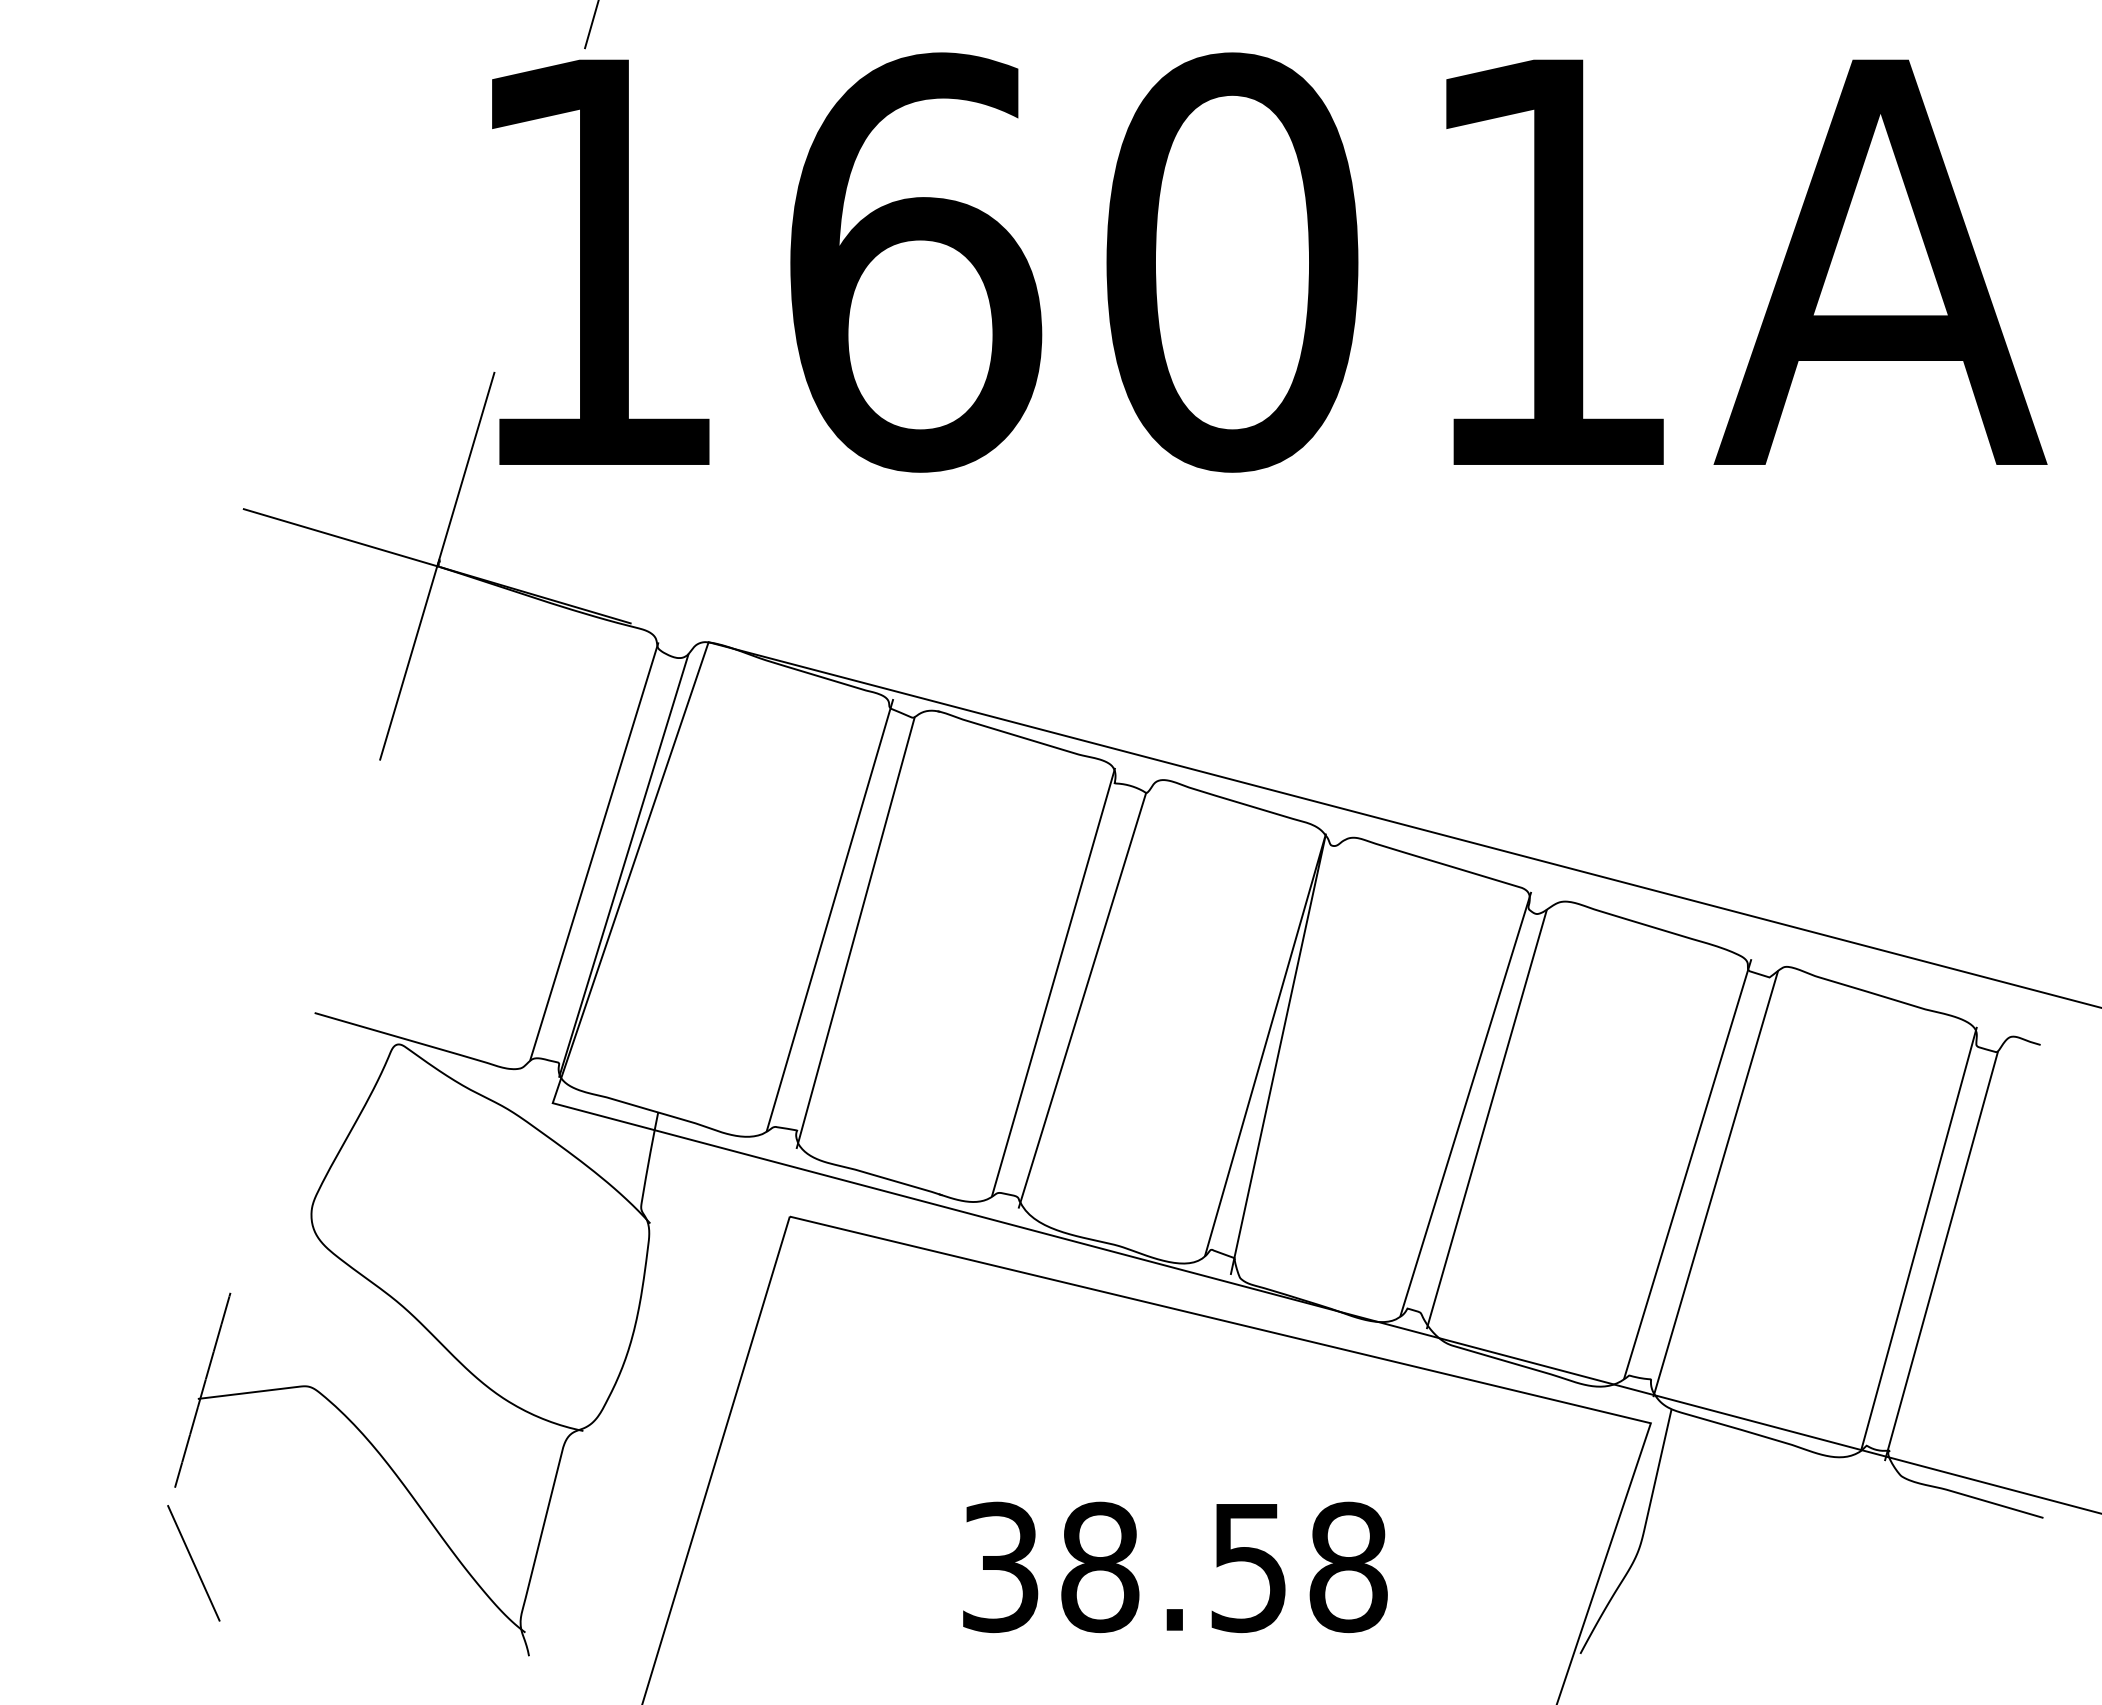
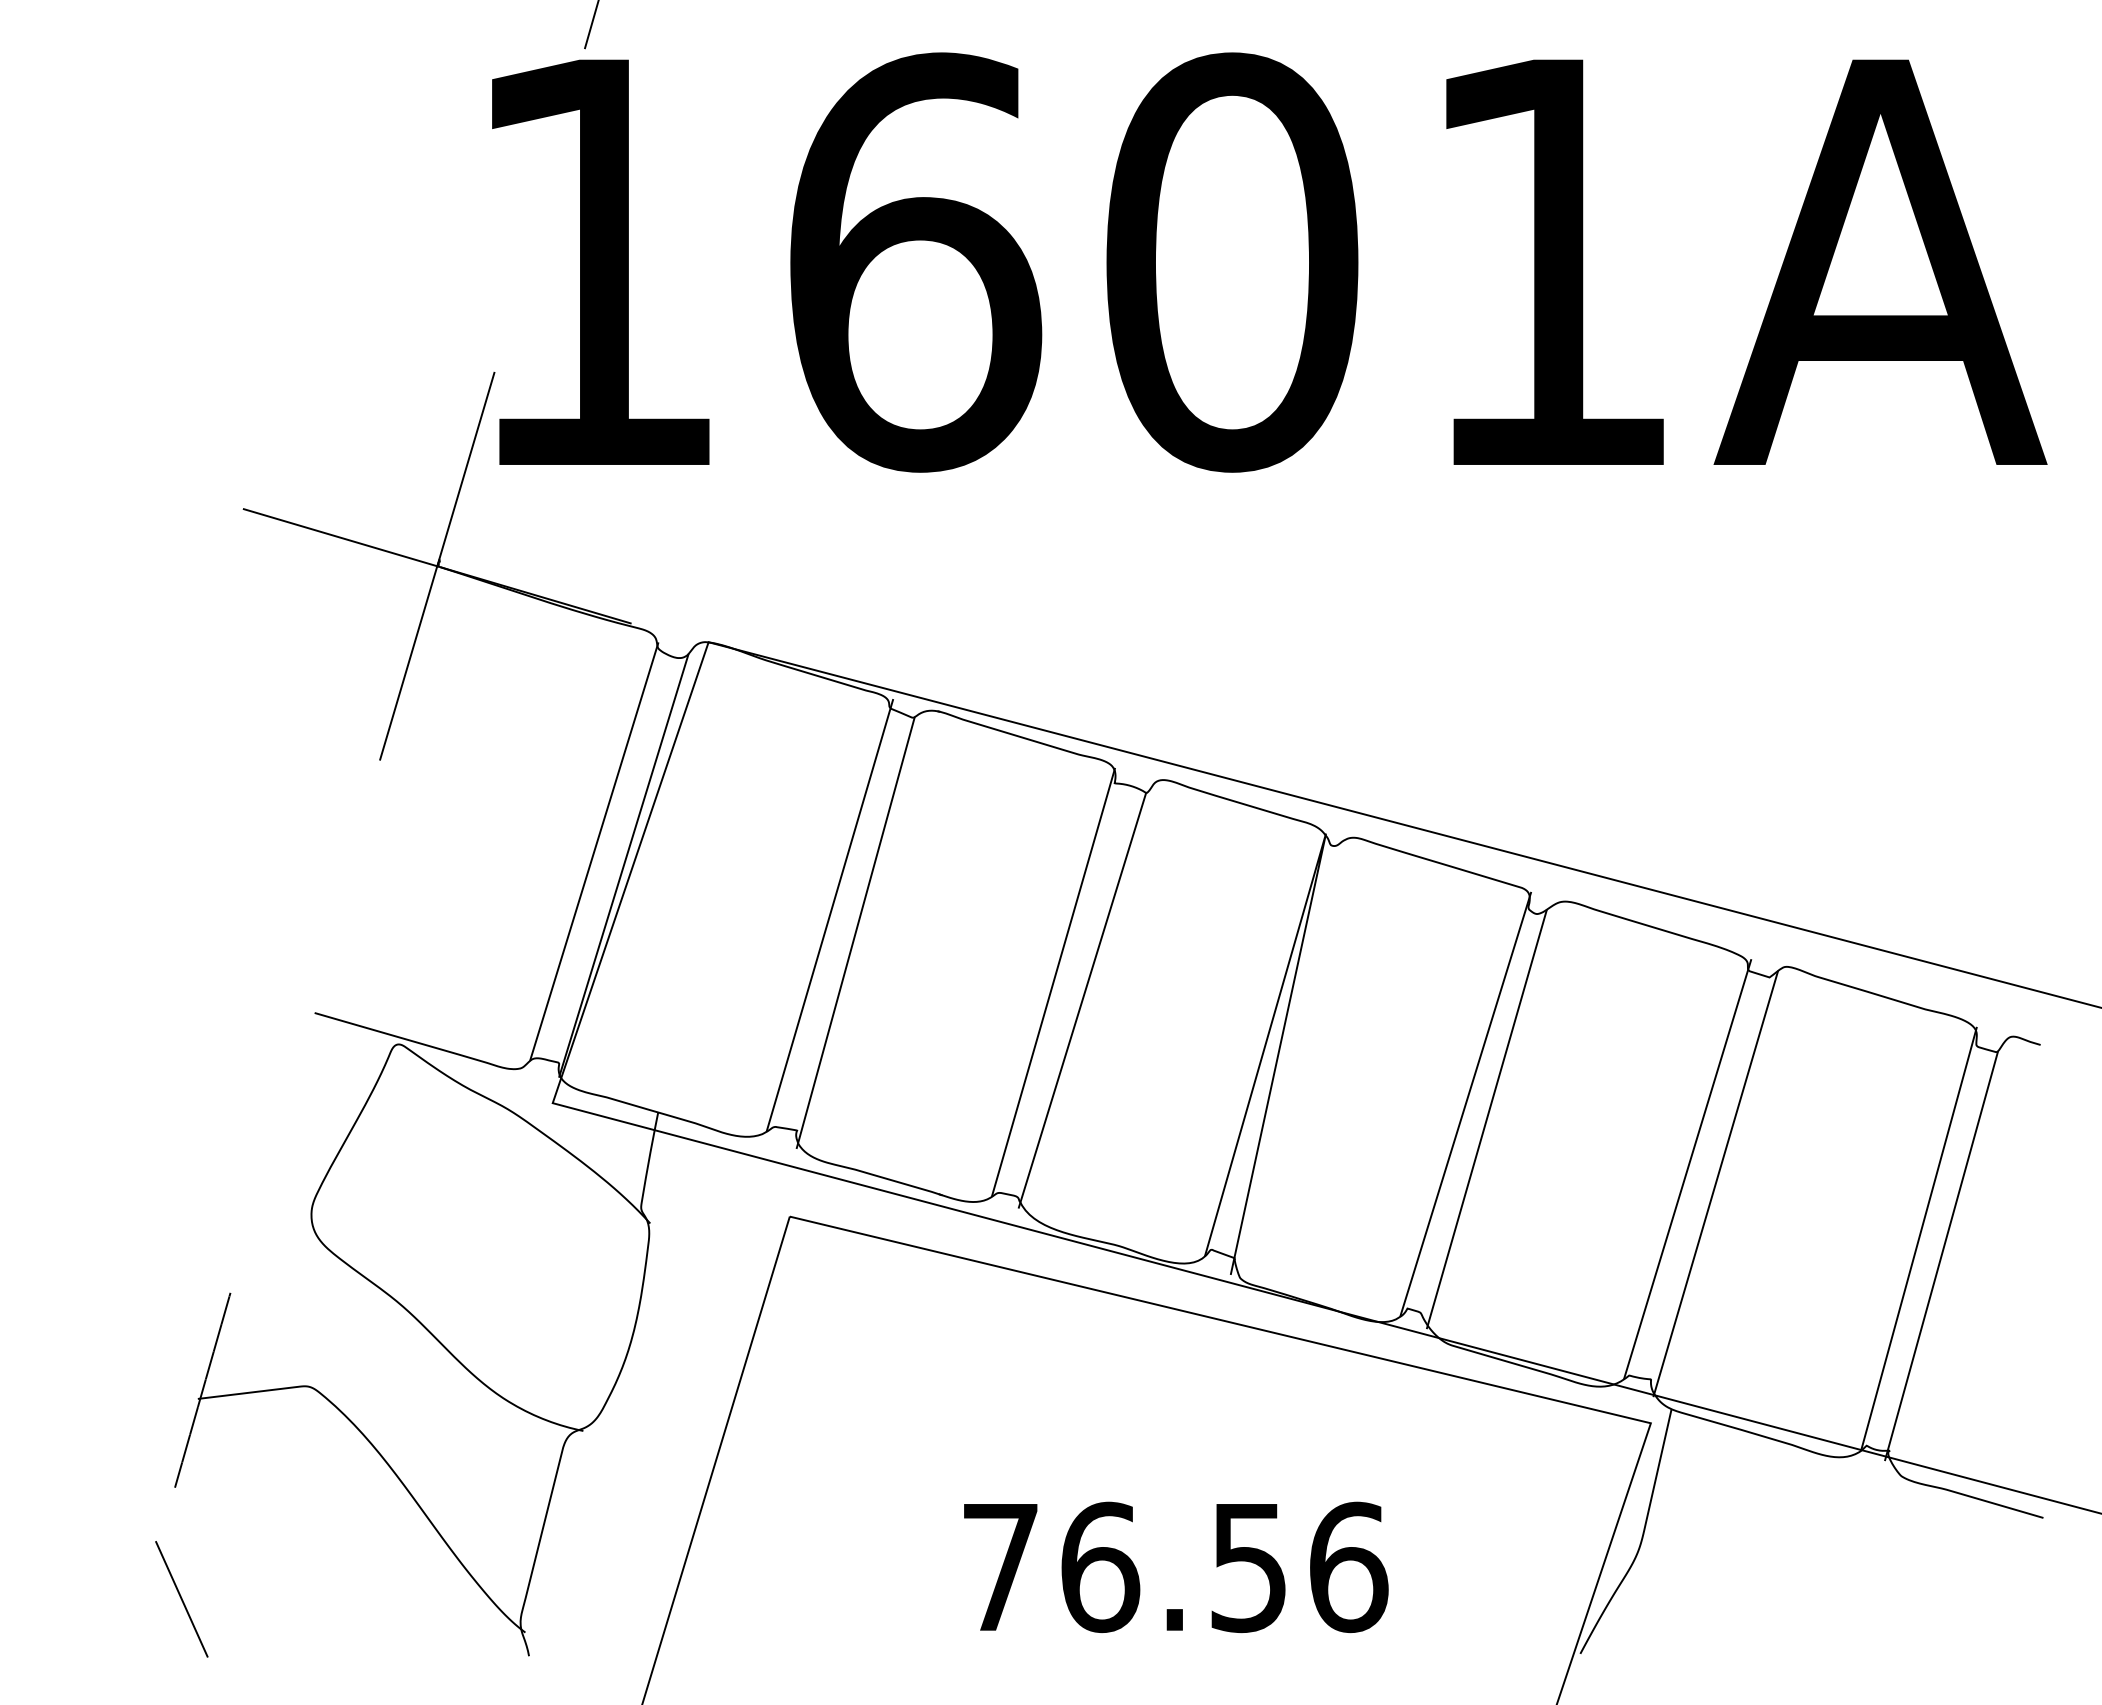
line at (193, 1563) position: (193, 1563) -> (181, 1599)
text at (1175, 1567): 38.58 -> 76.56
